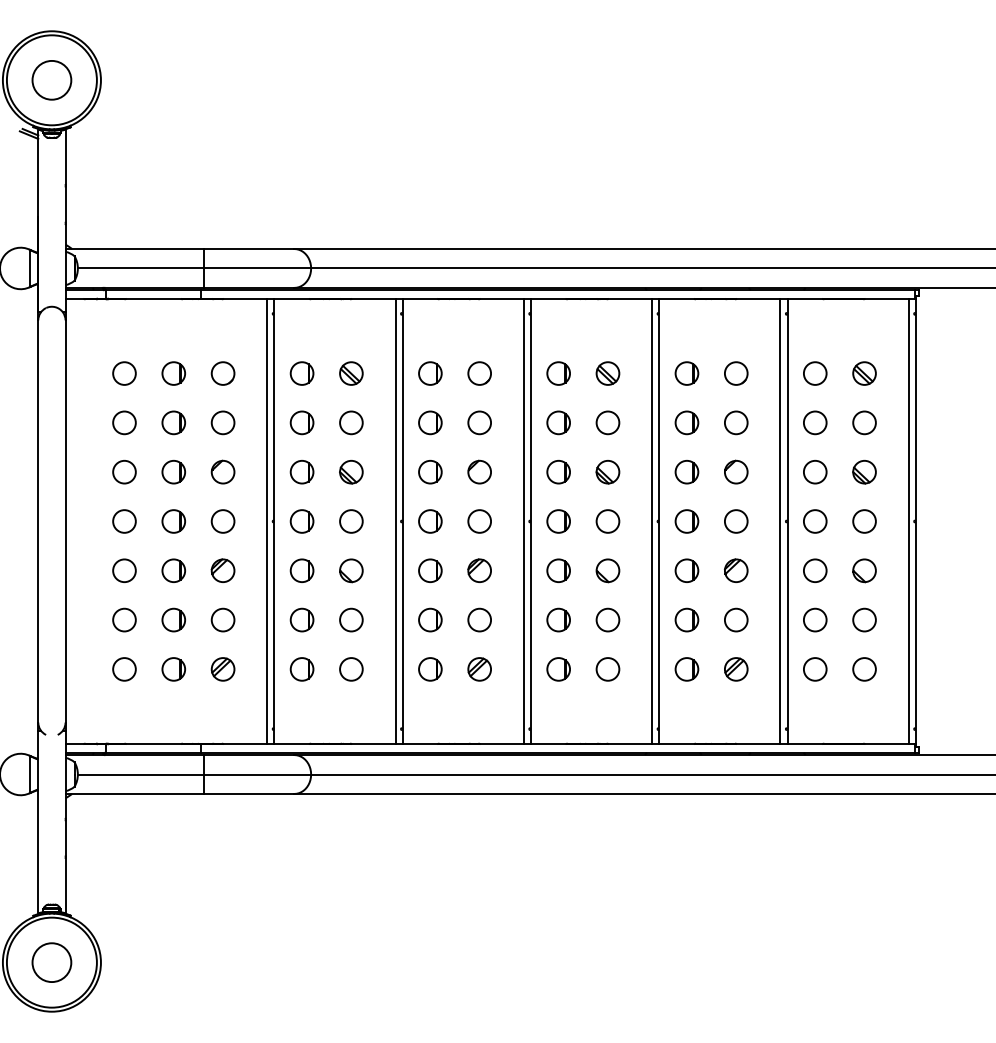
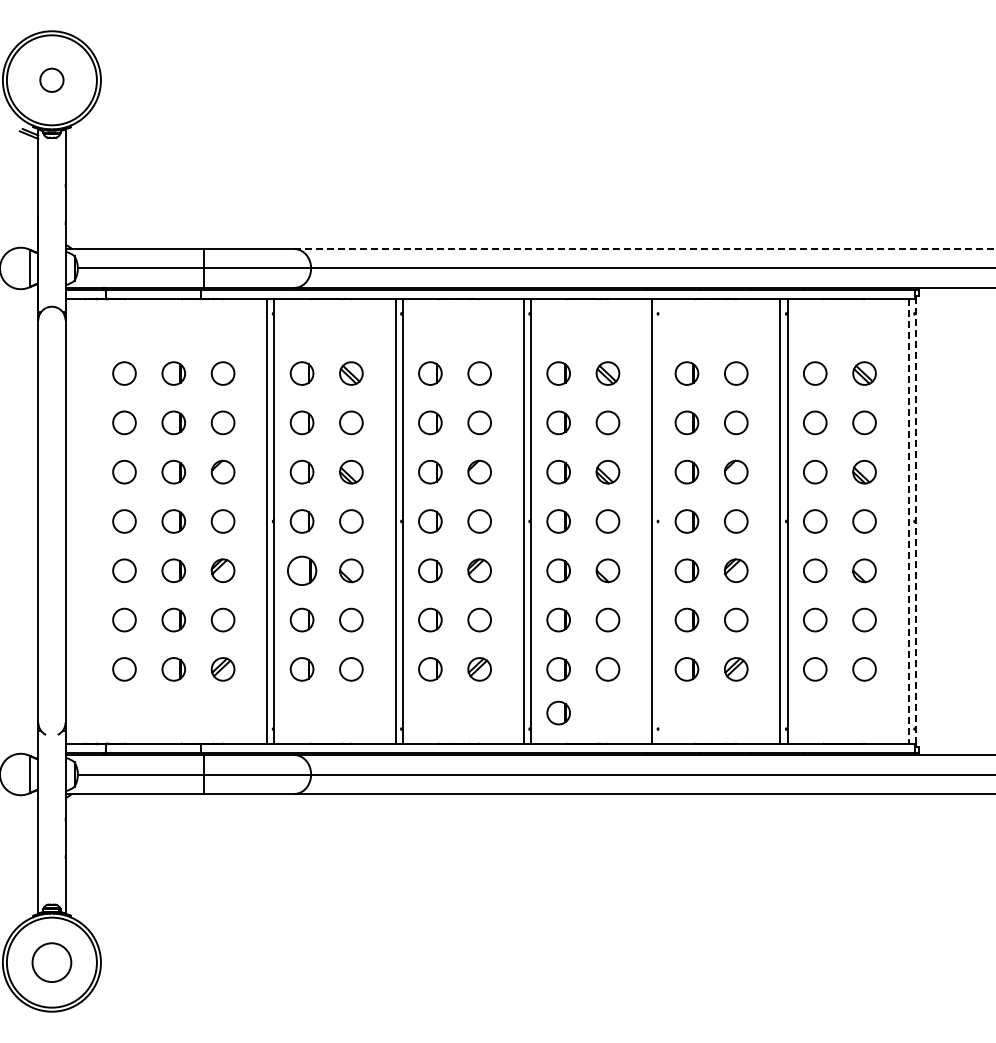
circle at (51, 79) diameter: 39 px -> 23 px
line at (645, 249): solid -> dashed
line at (659, 521): present -> none
line at (908, 521): solid -> dashed
line at (915, 521): solid -> dashed
part at (301, 570) size: 26x25 px -> 31x31 px
part at (558, 712): none -> present
